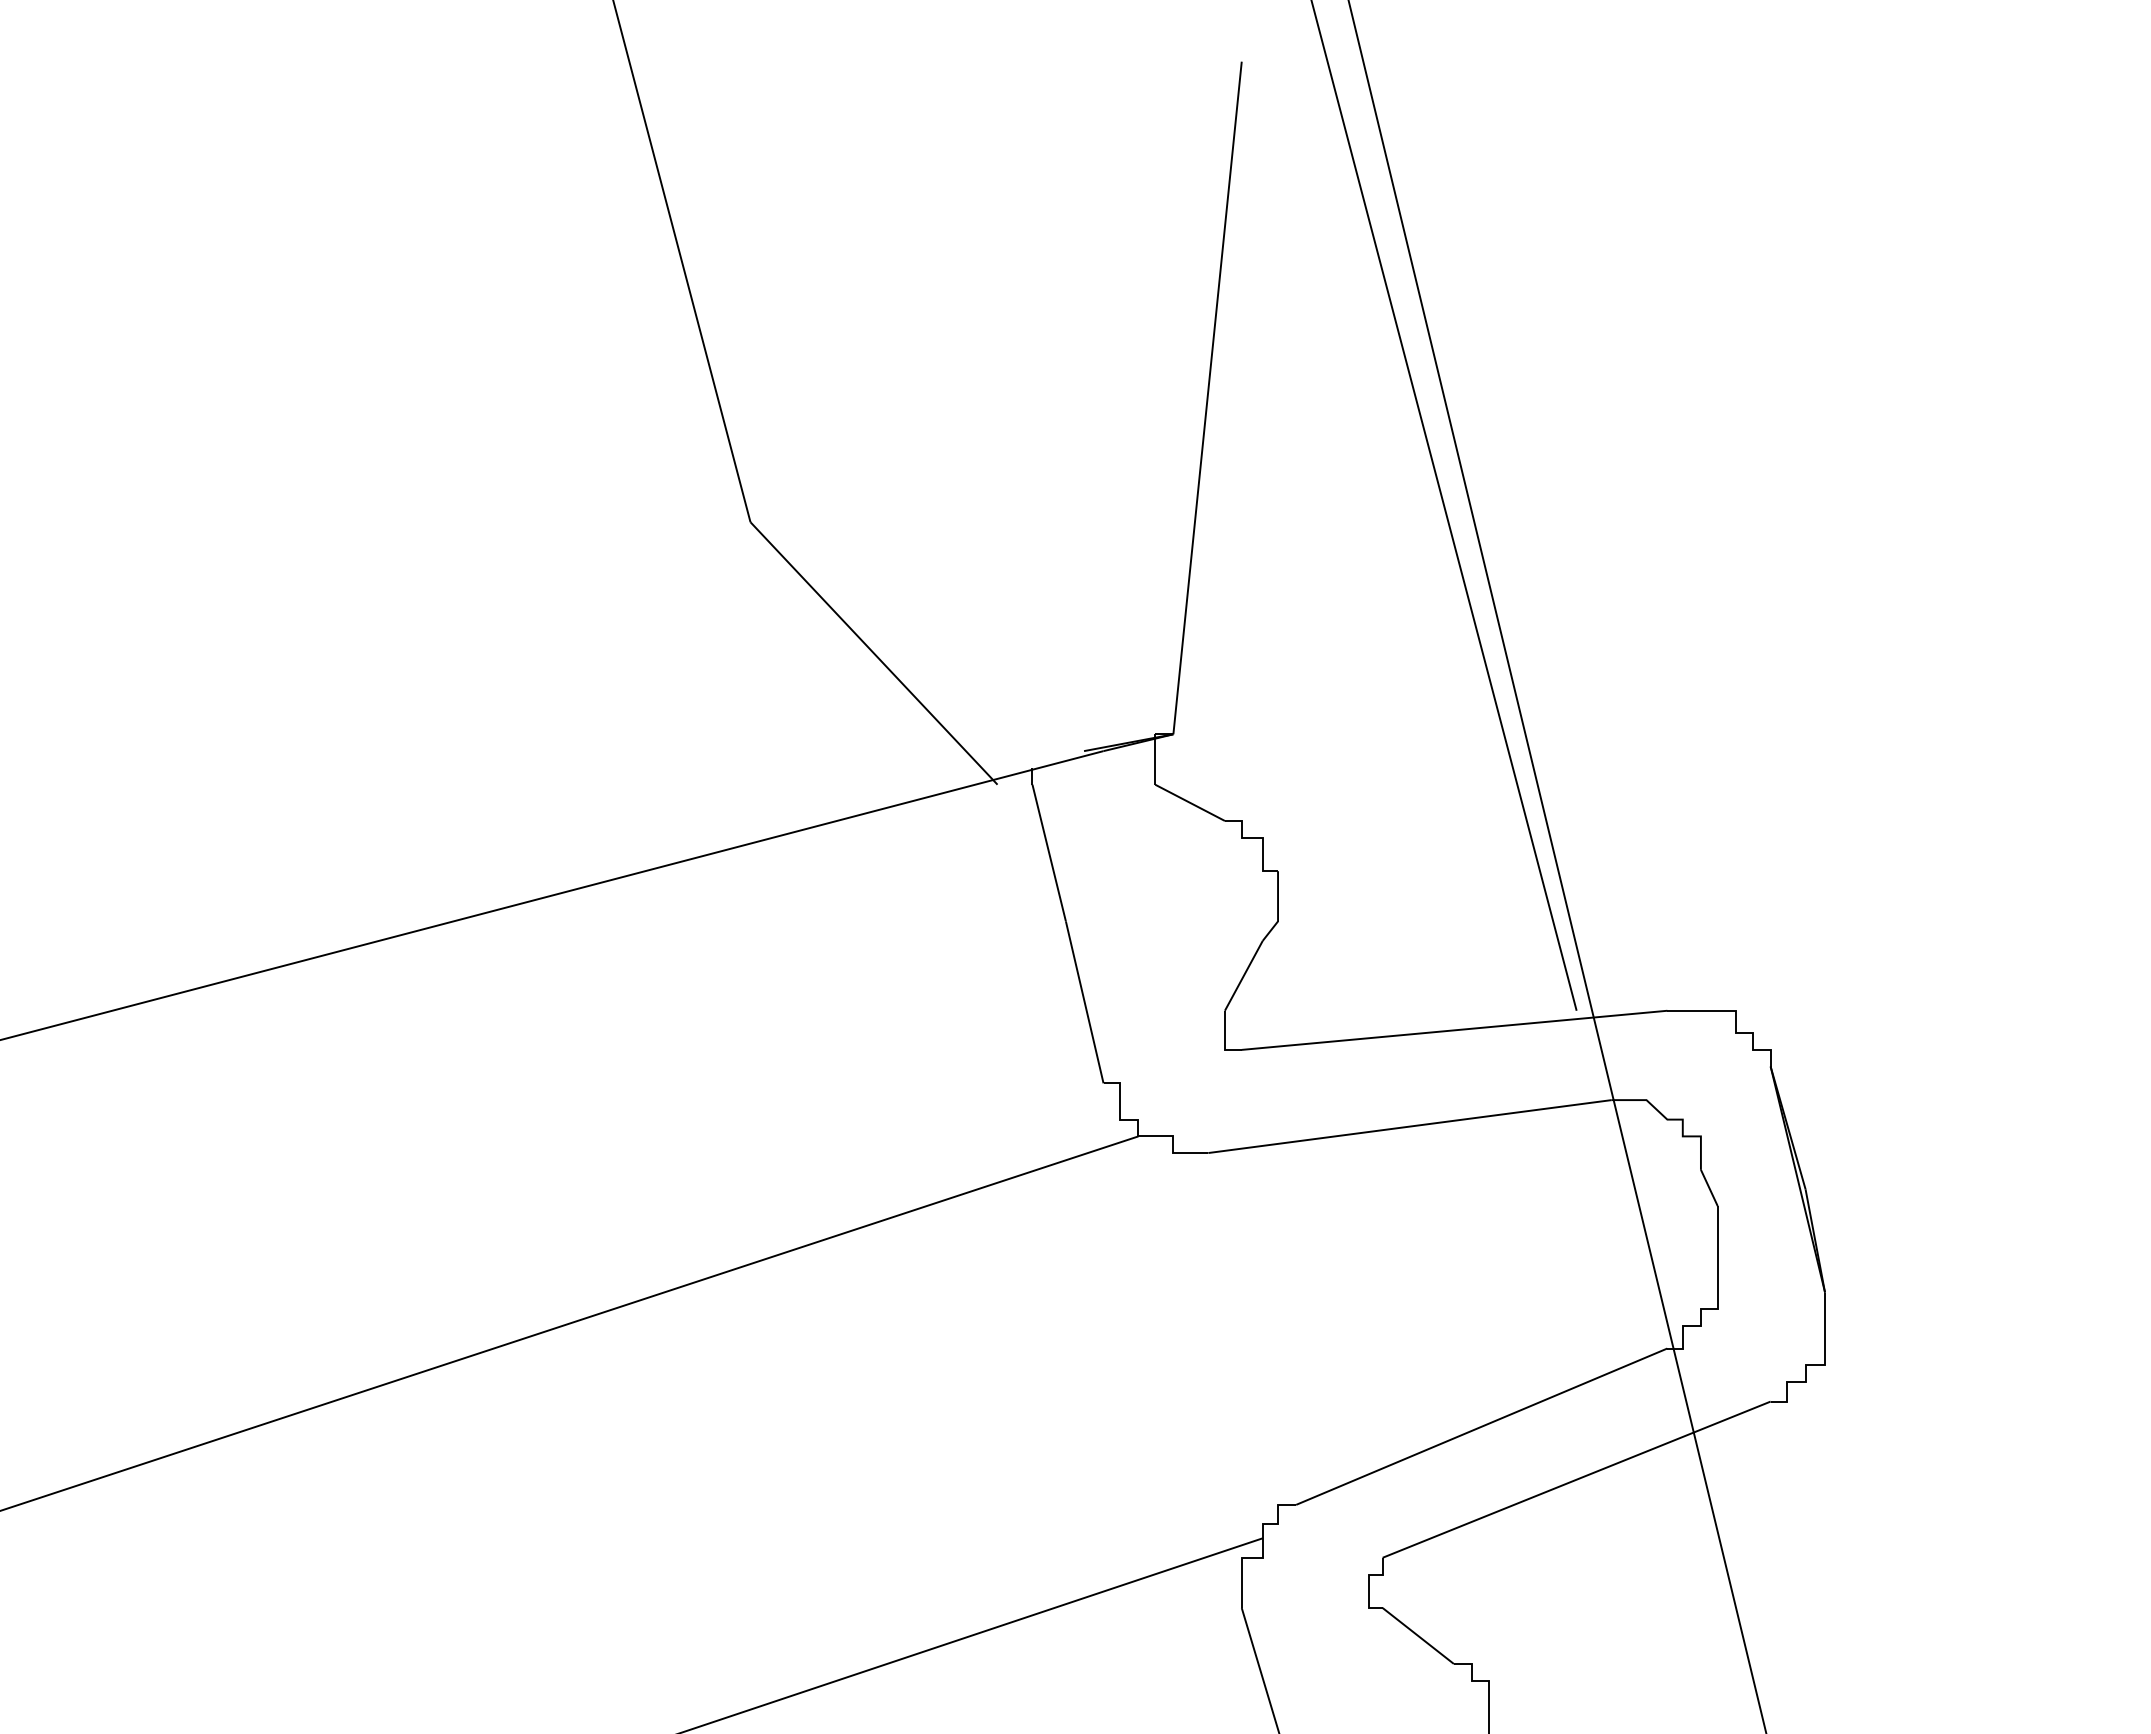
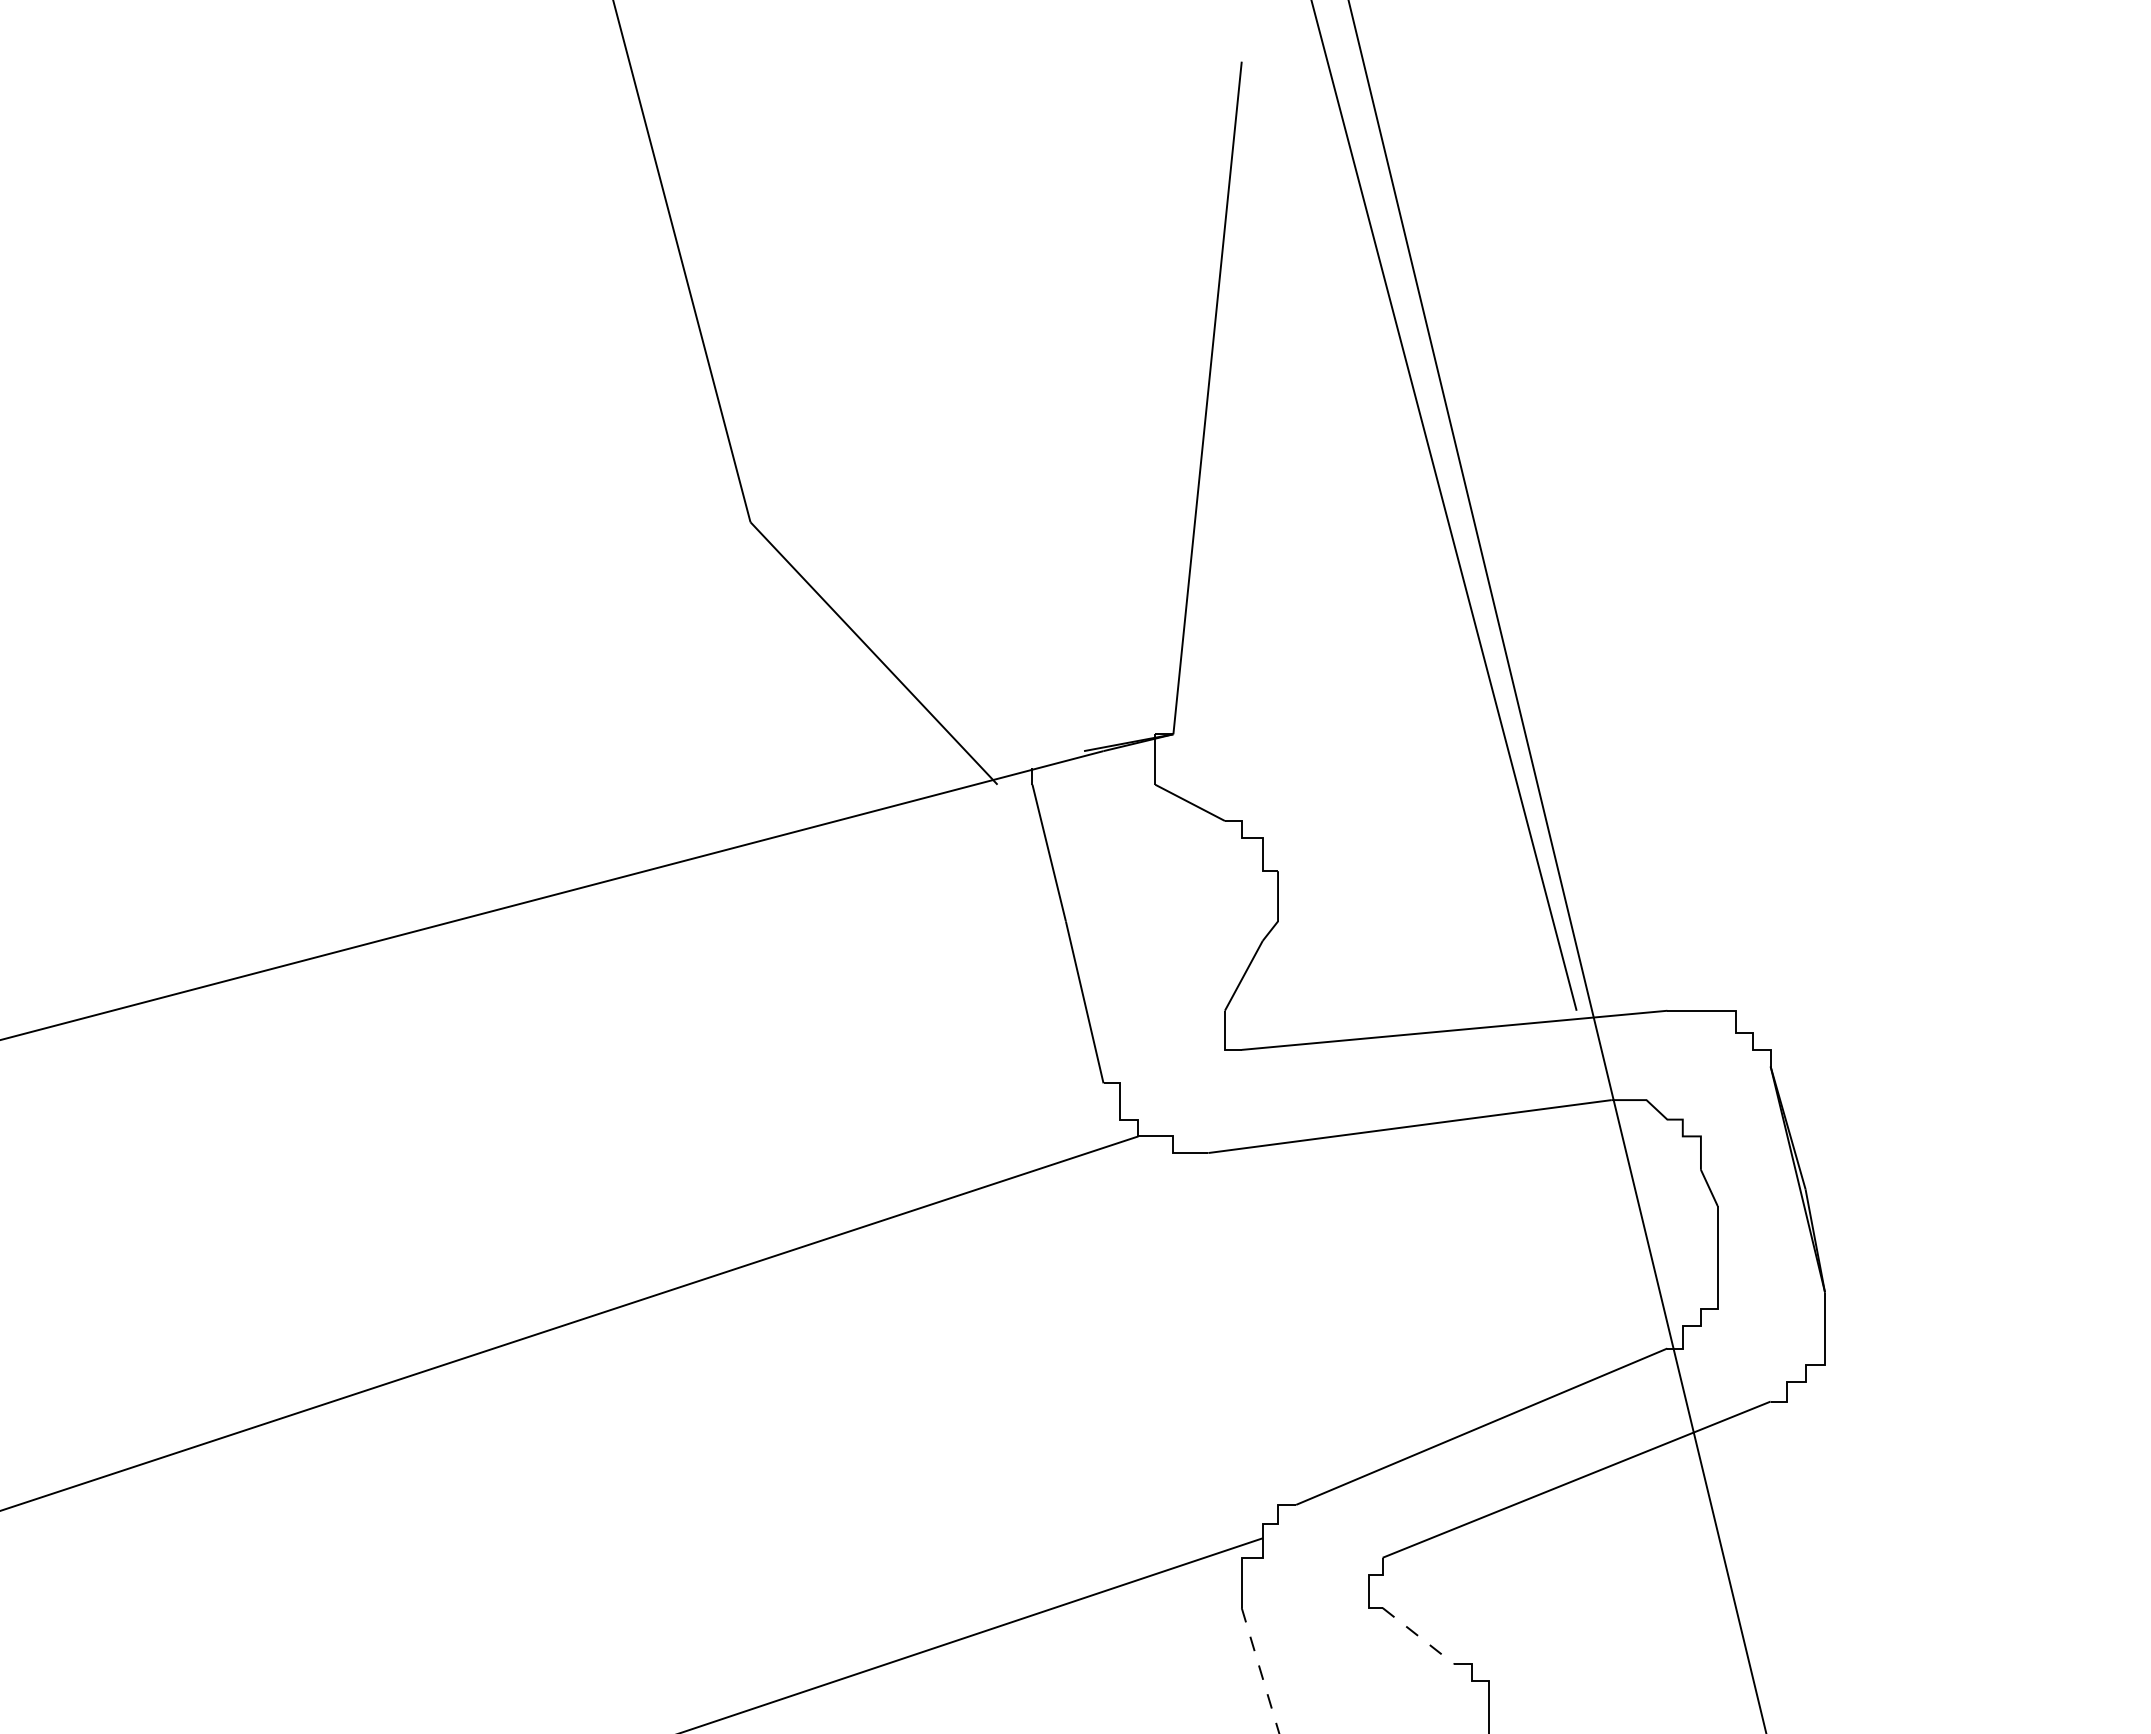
line at (1418, 1636): solid -> dashed
line at (1260, 1671): solid -> dashed
